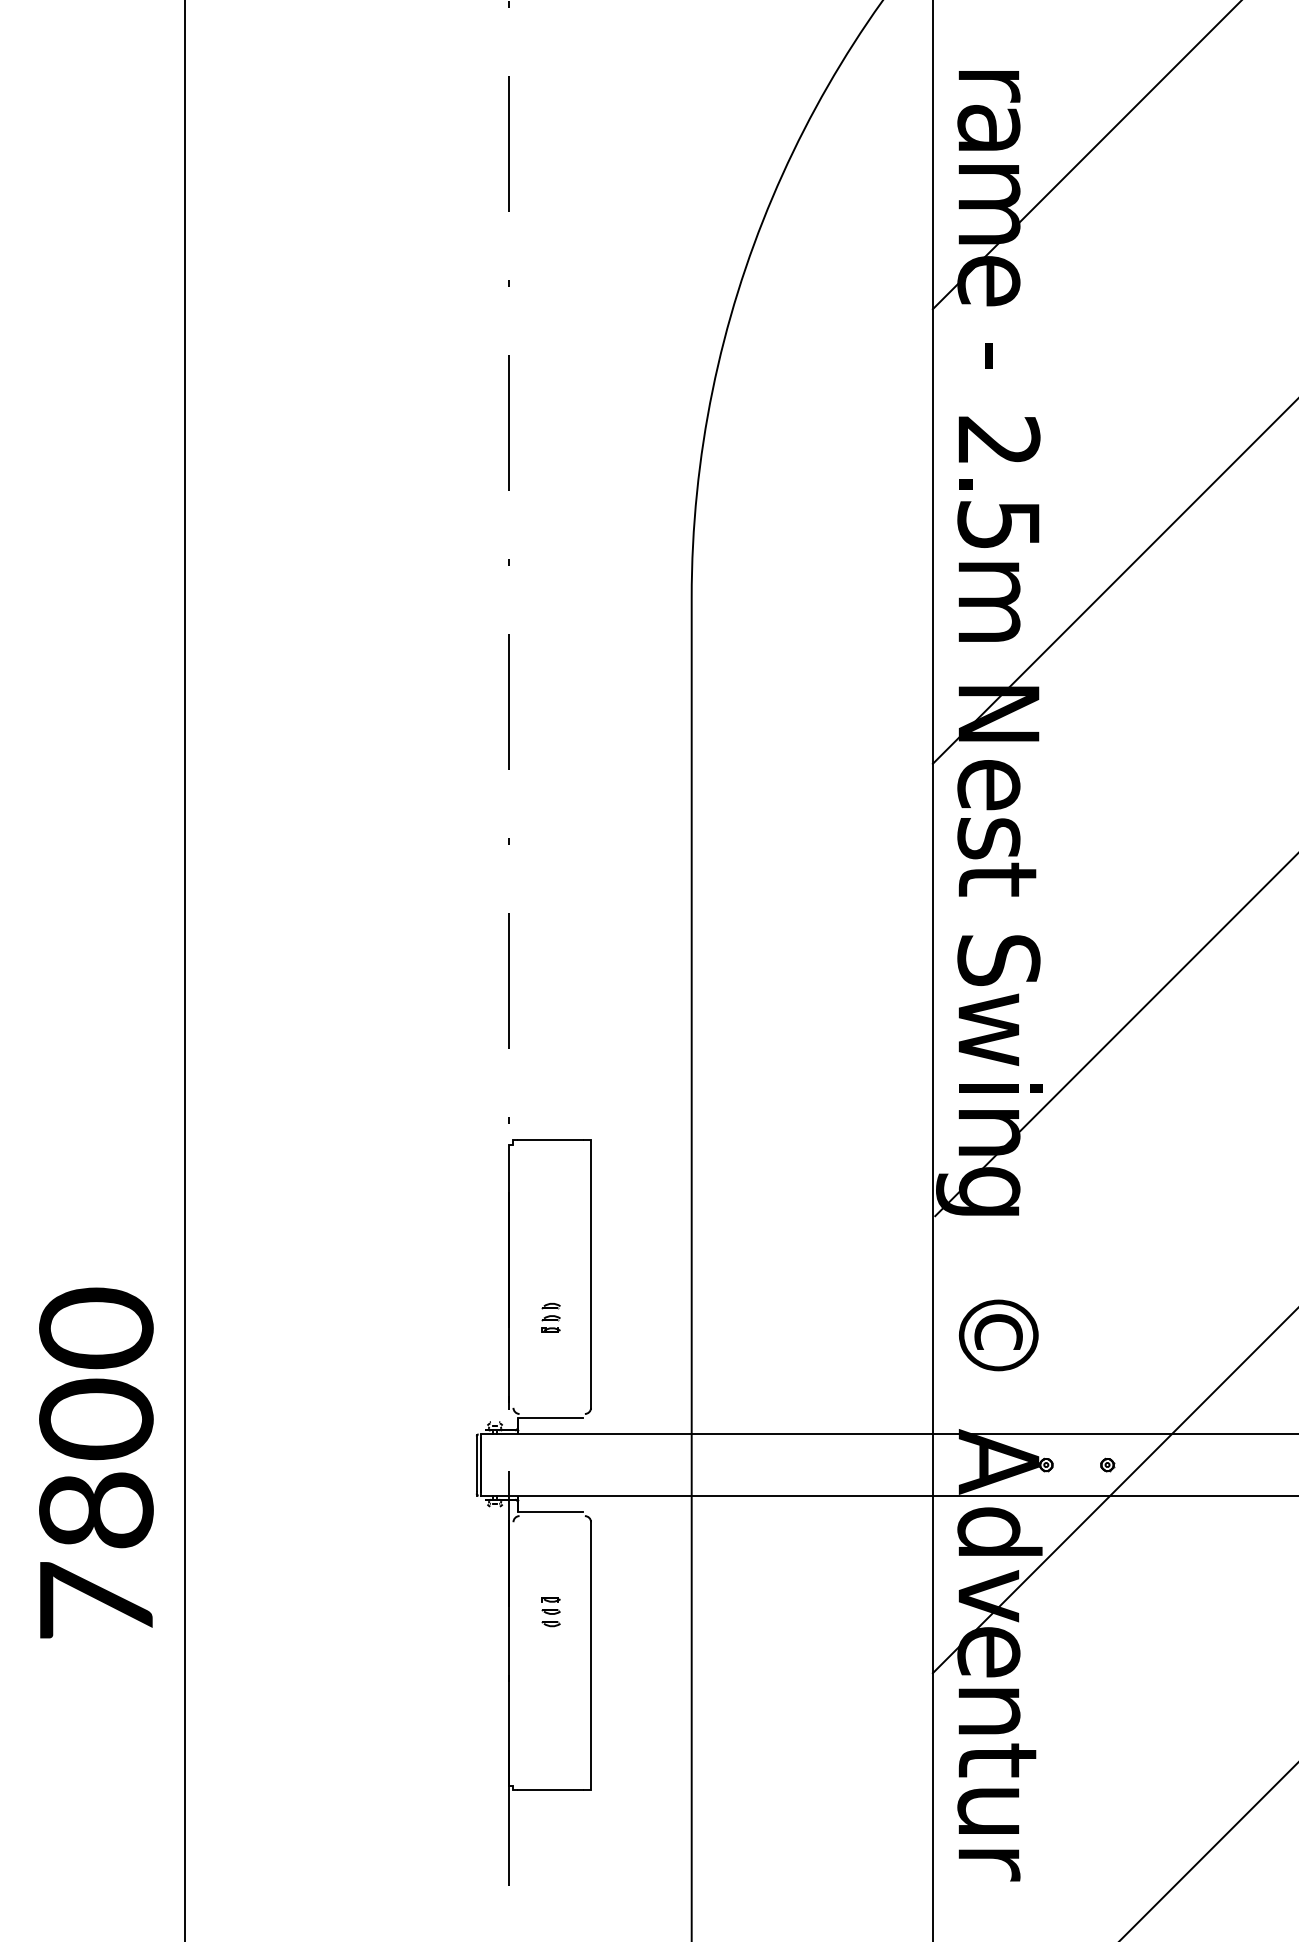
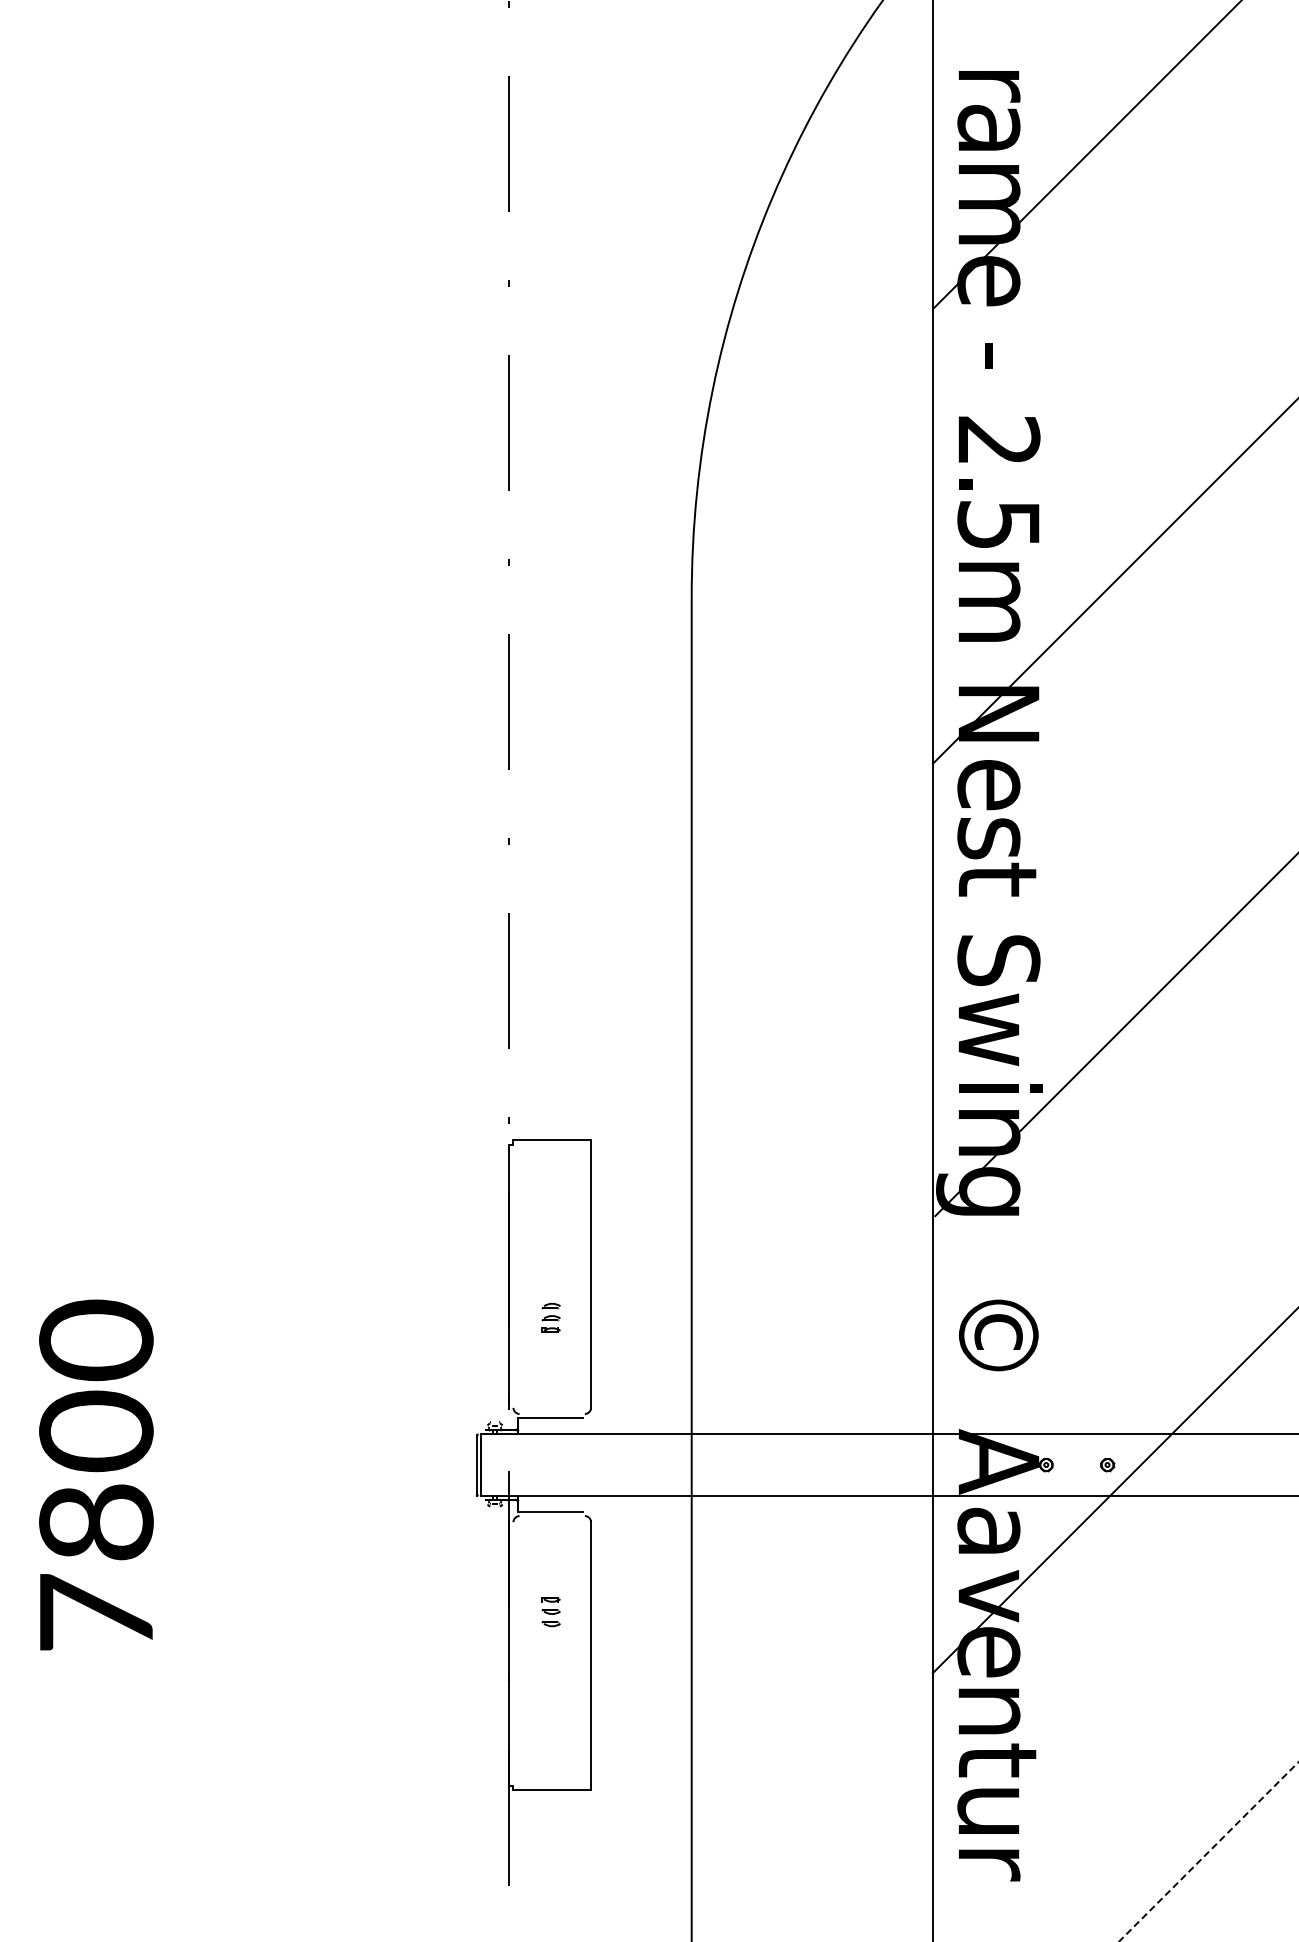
line at (184, 970): present -> none
text at (96, 1462) position: (96, 1462) -> (96, 1474)
text at (999, 1531): d -> a
line at (1208, 1852): solid -> dashed
